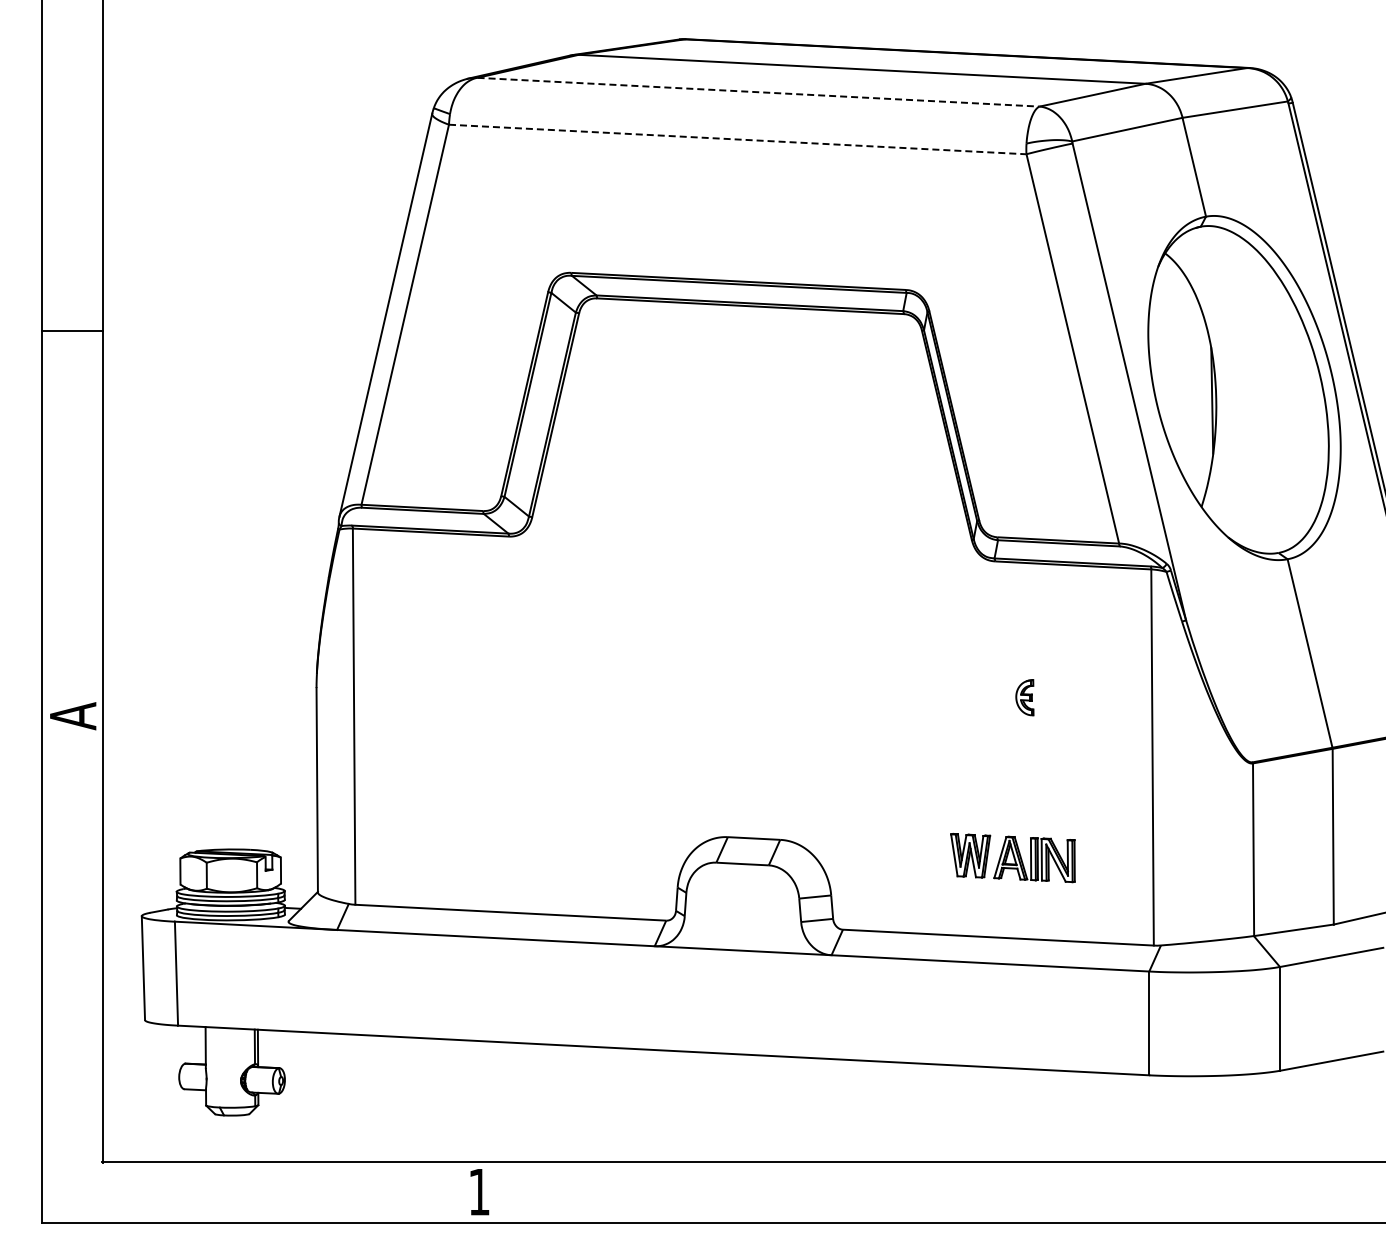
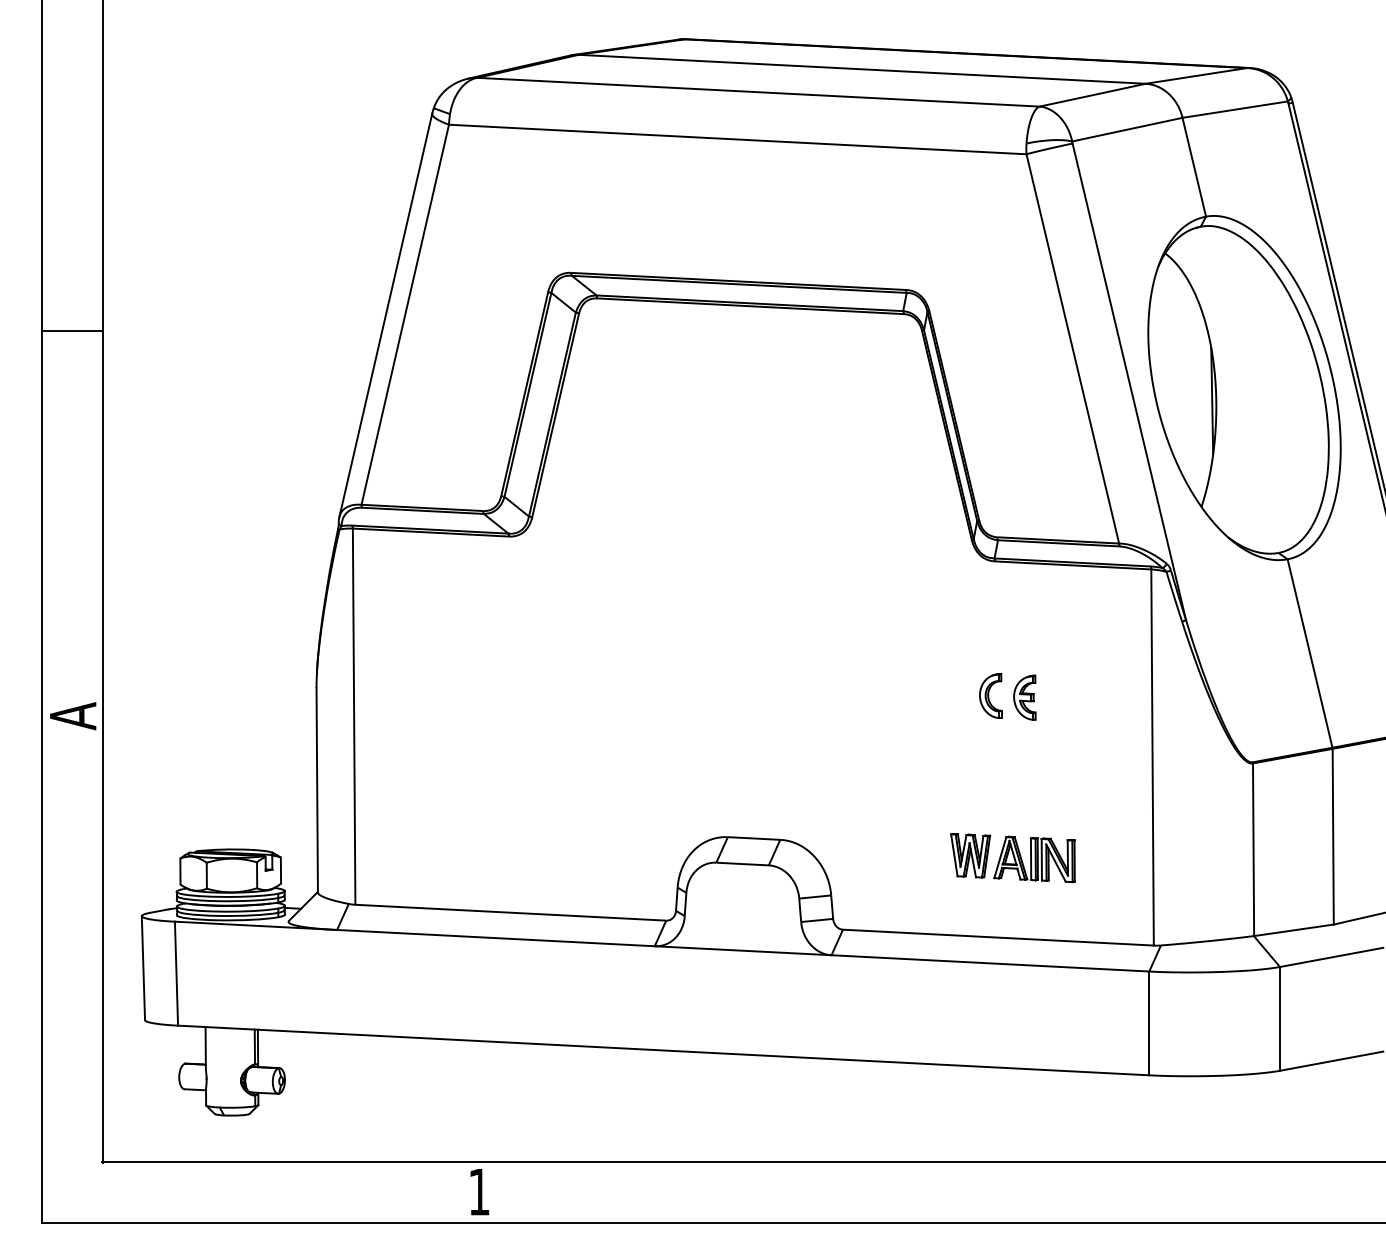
line at (759, 92): dashed -> solid
line at (738, 139): dashed -> solid
part at (990, 695): none -> present
part at (1024, 697) size: 20x38 px -> 24x47 px
